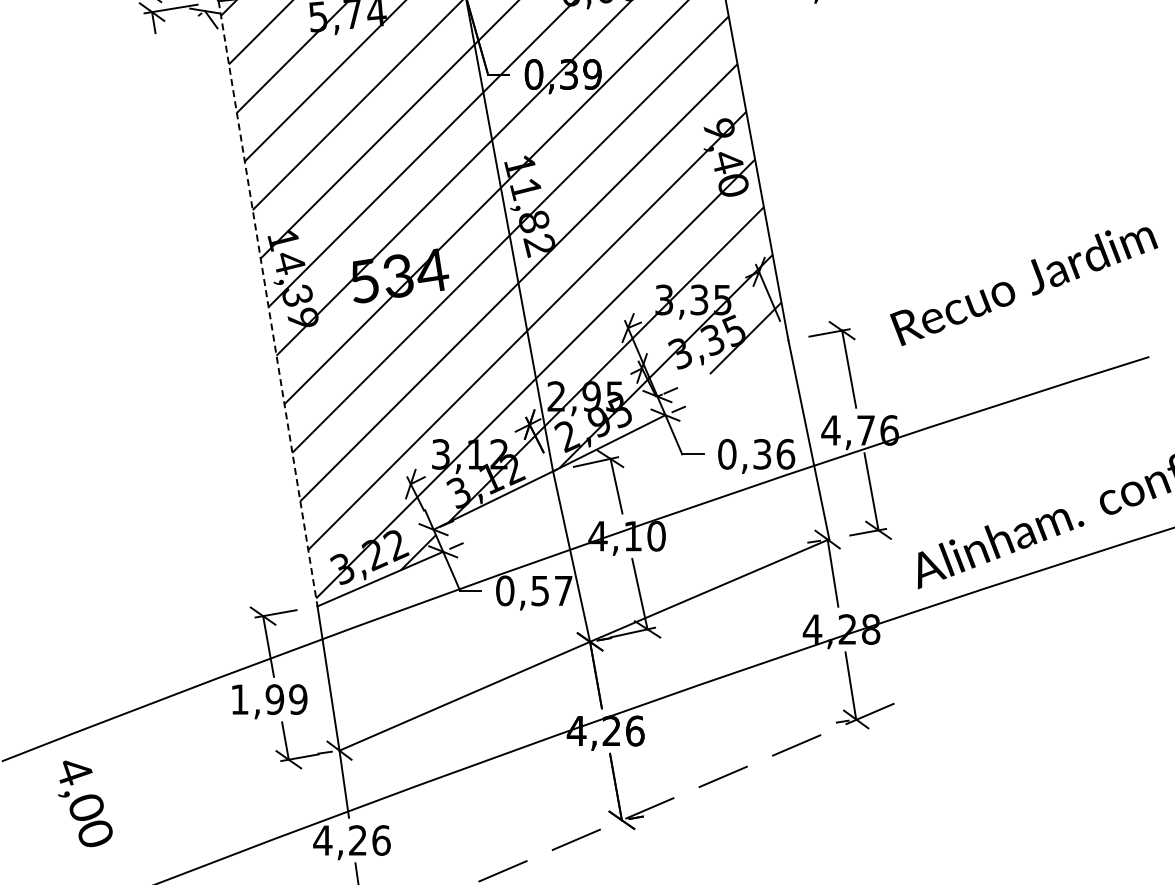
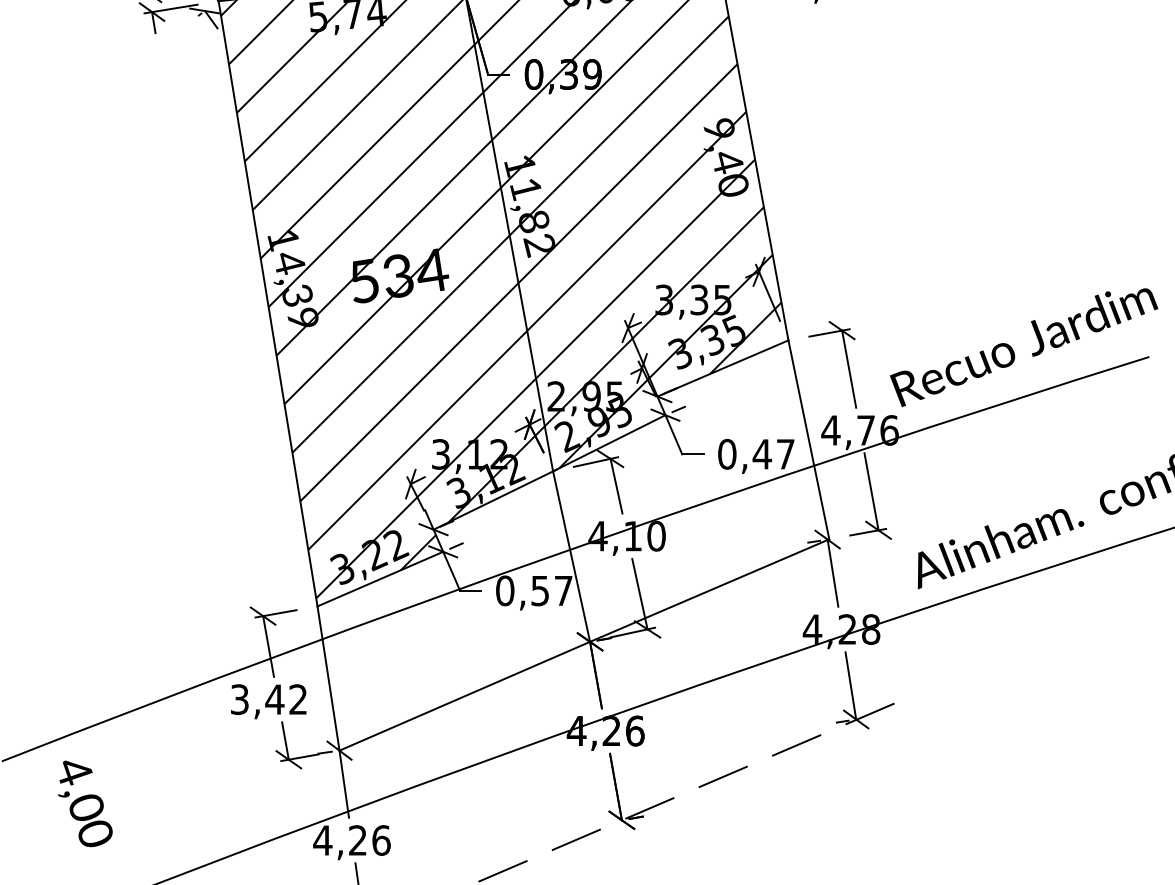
text at (1024, 286) position: (1024, 286) -> (1024, 347)
line at (268, 303): dashed -> solid
line at (724, 367): none -> present
text at (773, 454): 0,36 -> 0,47
text at (269, 699): 1,99 -> 3,42
